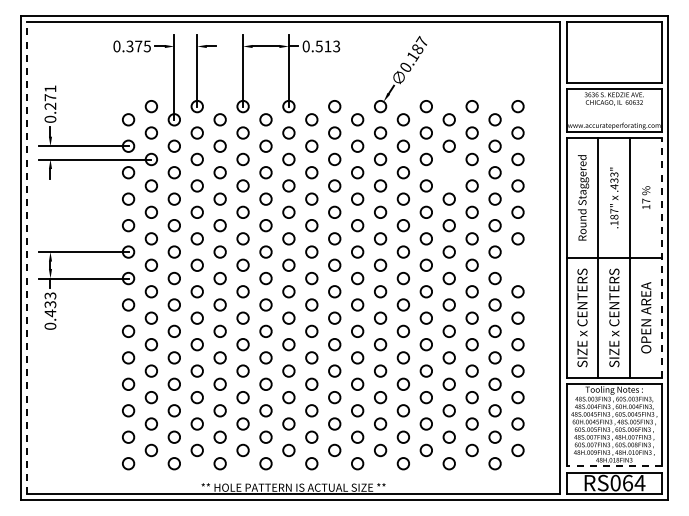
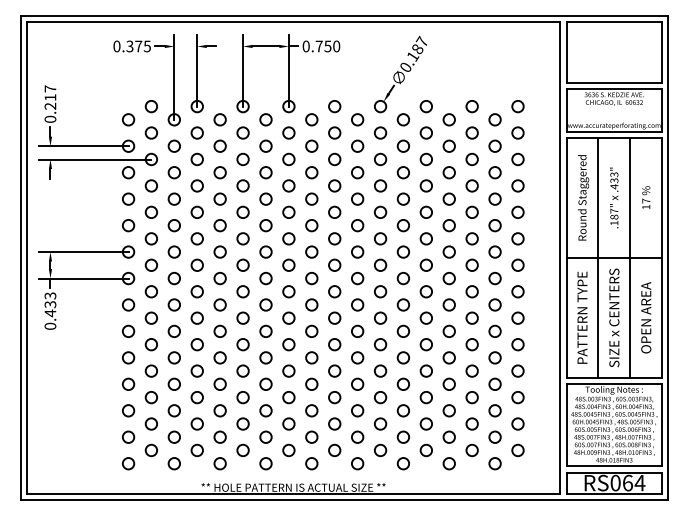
text at (327, 46): 0.513 -> 0.750
text at (50, 93): 0.271 -> 0.217
circle at (448, 172): none -> present
line at (26, 257): dashed -> solid
line at (662, 257): dashed -> solid
circle at (517, 264): none -> present
text at (582, 317): SIZE x CENTERS -> PATTERN TYPE
line at (614, 466): dashed -> solid
